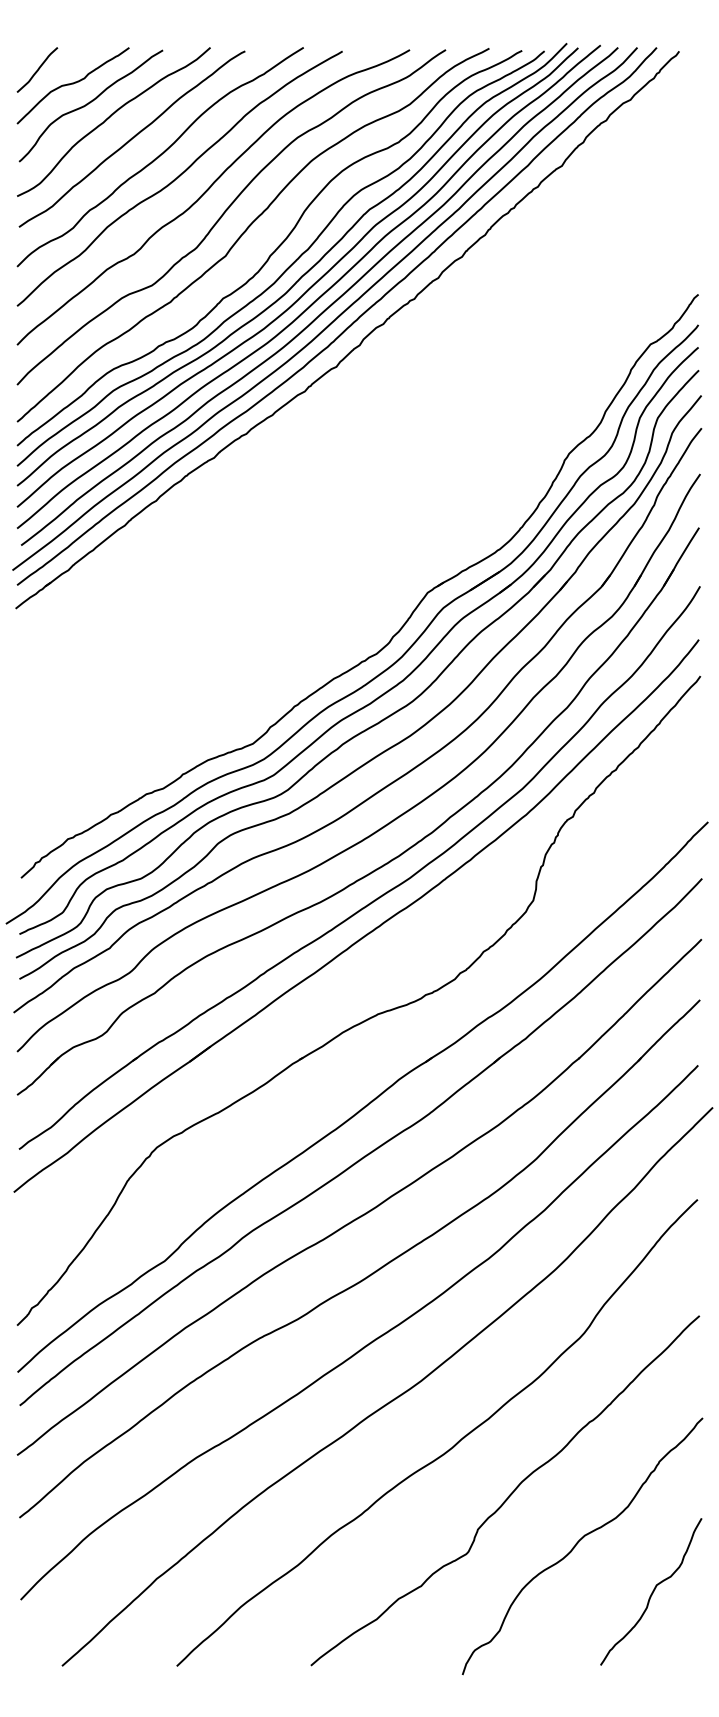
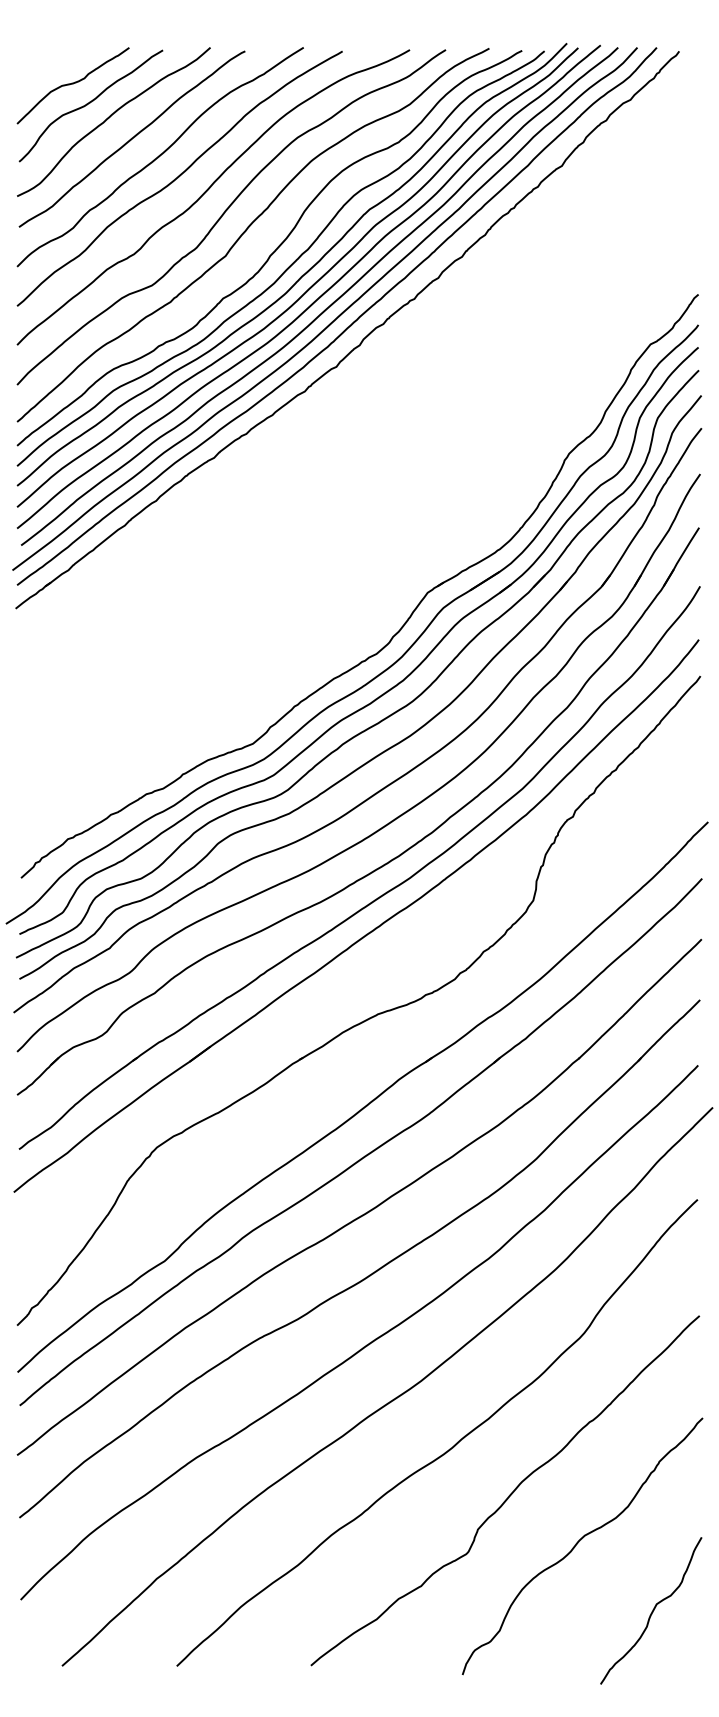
curve at (37, 69): present -> none
curve at (652, 1591) position: (652, 1591) -> (652, 1610)
